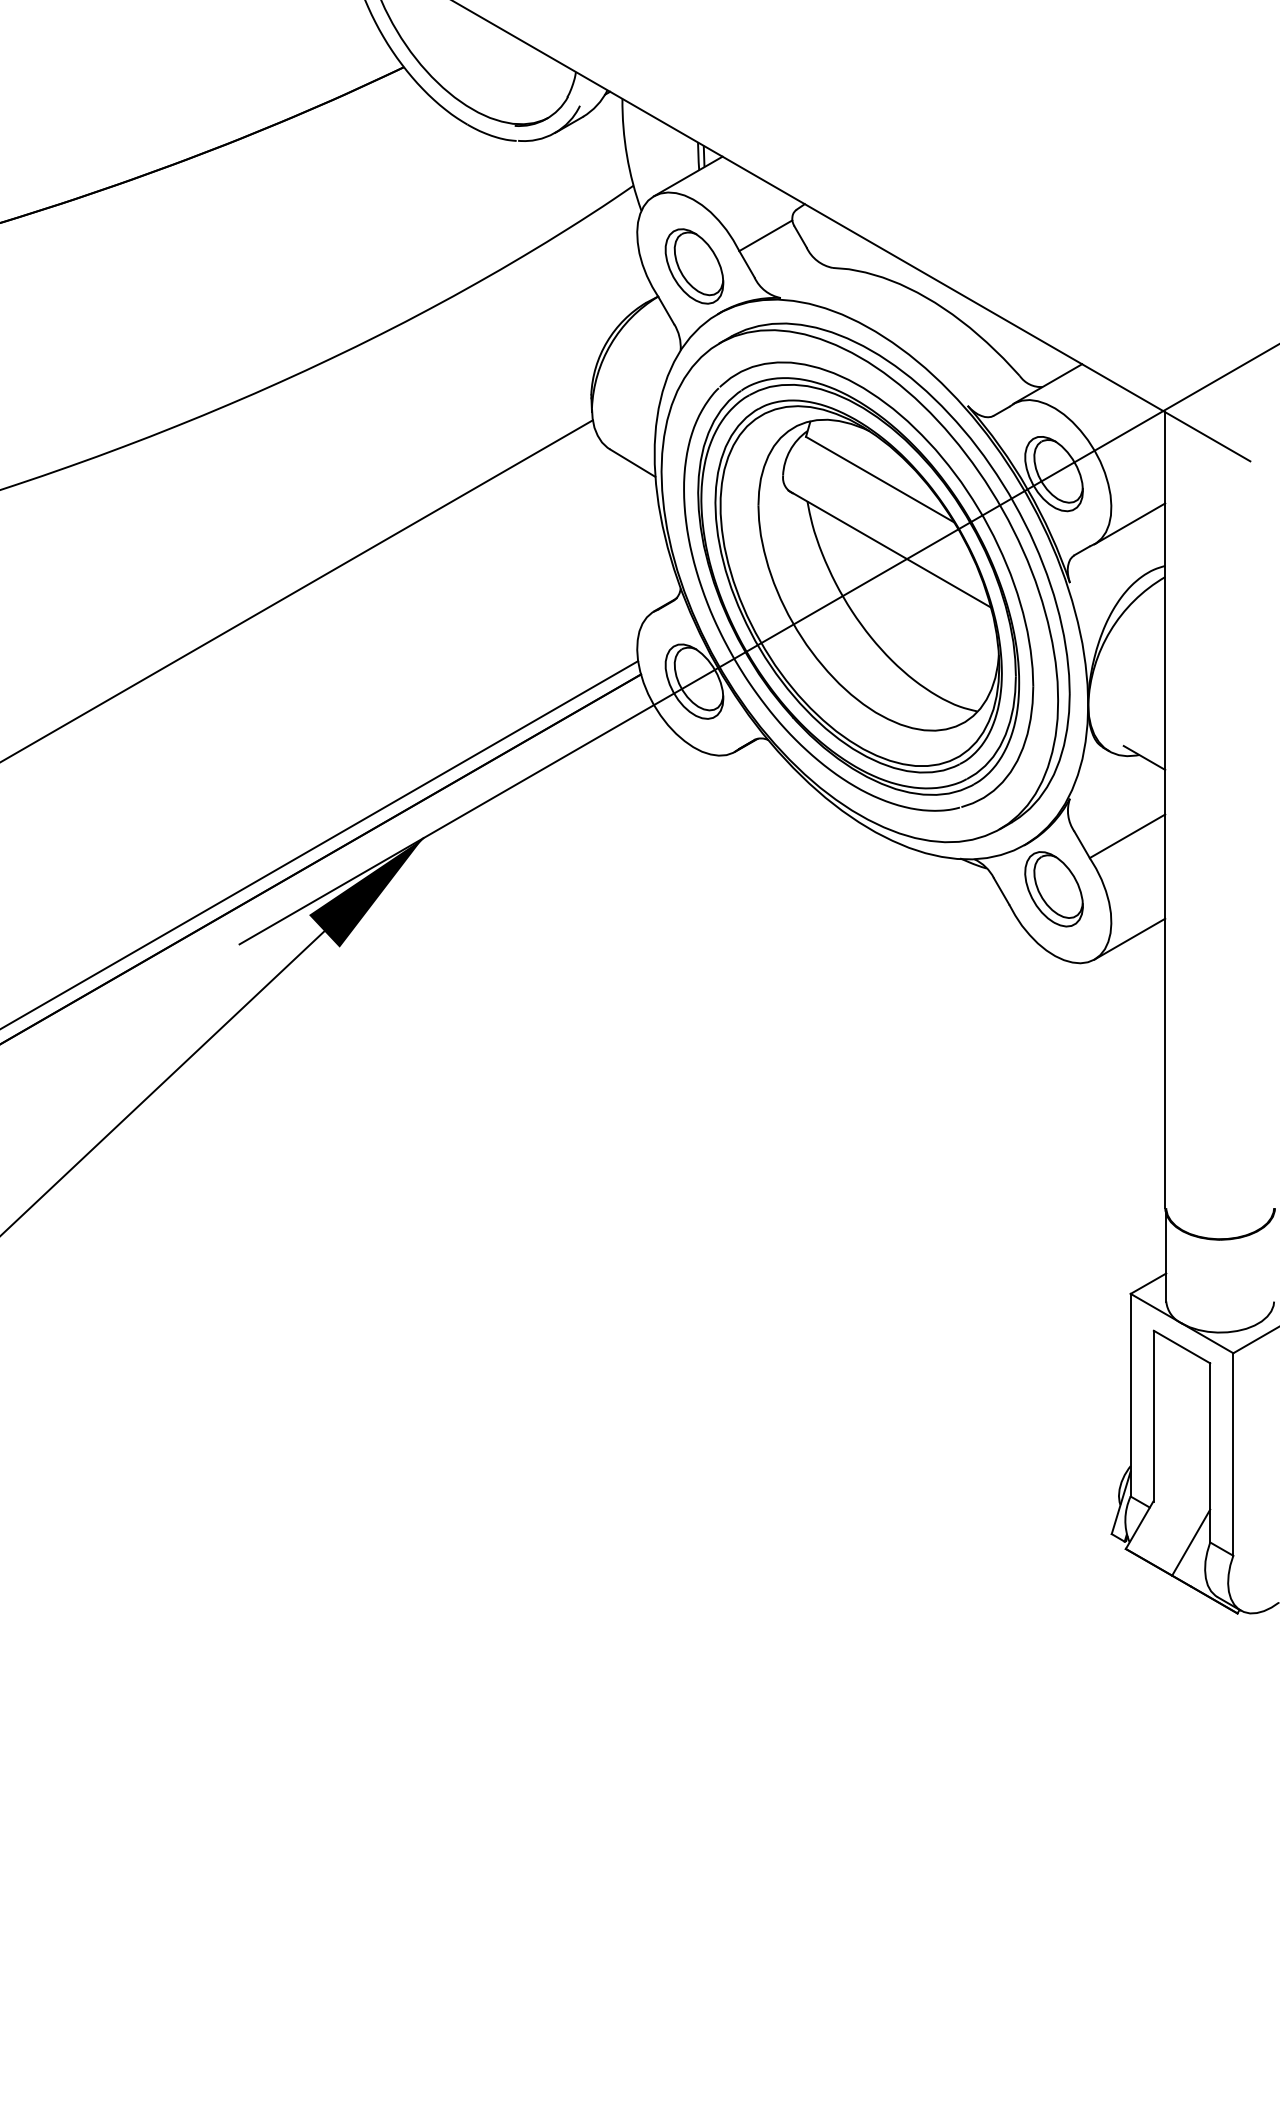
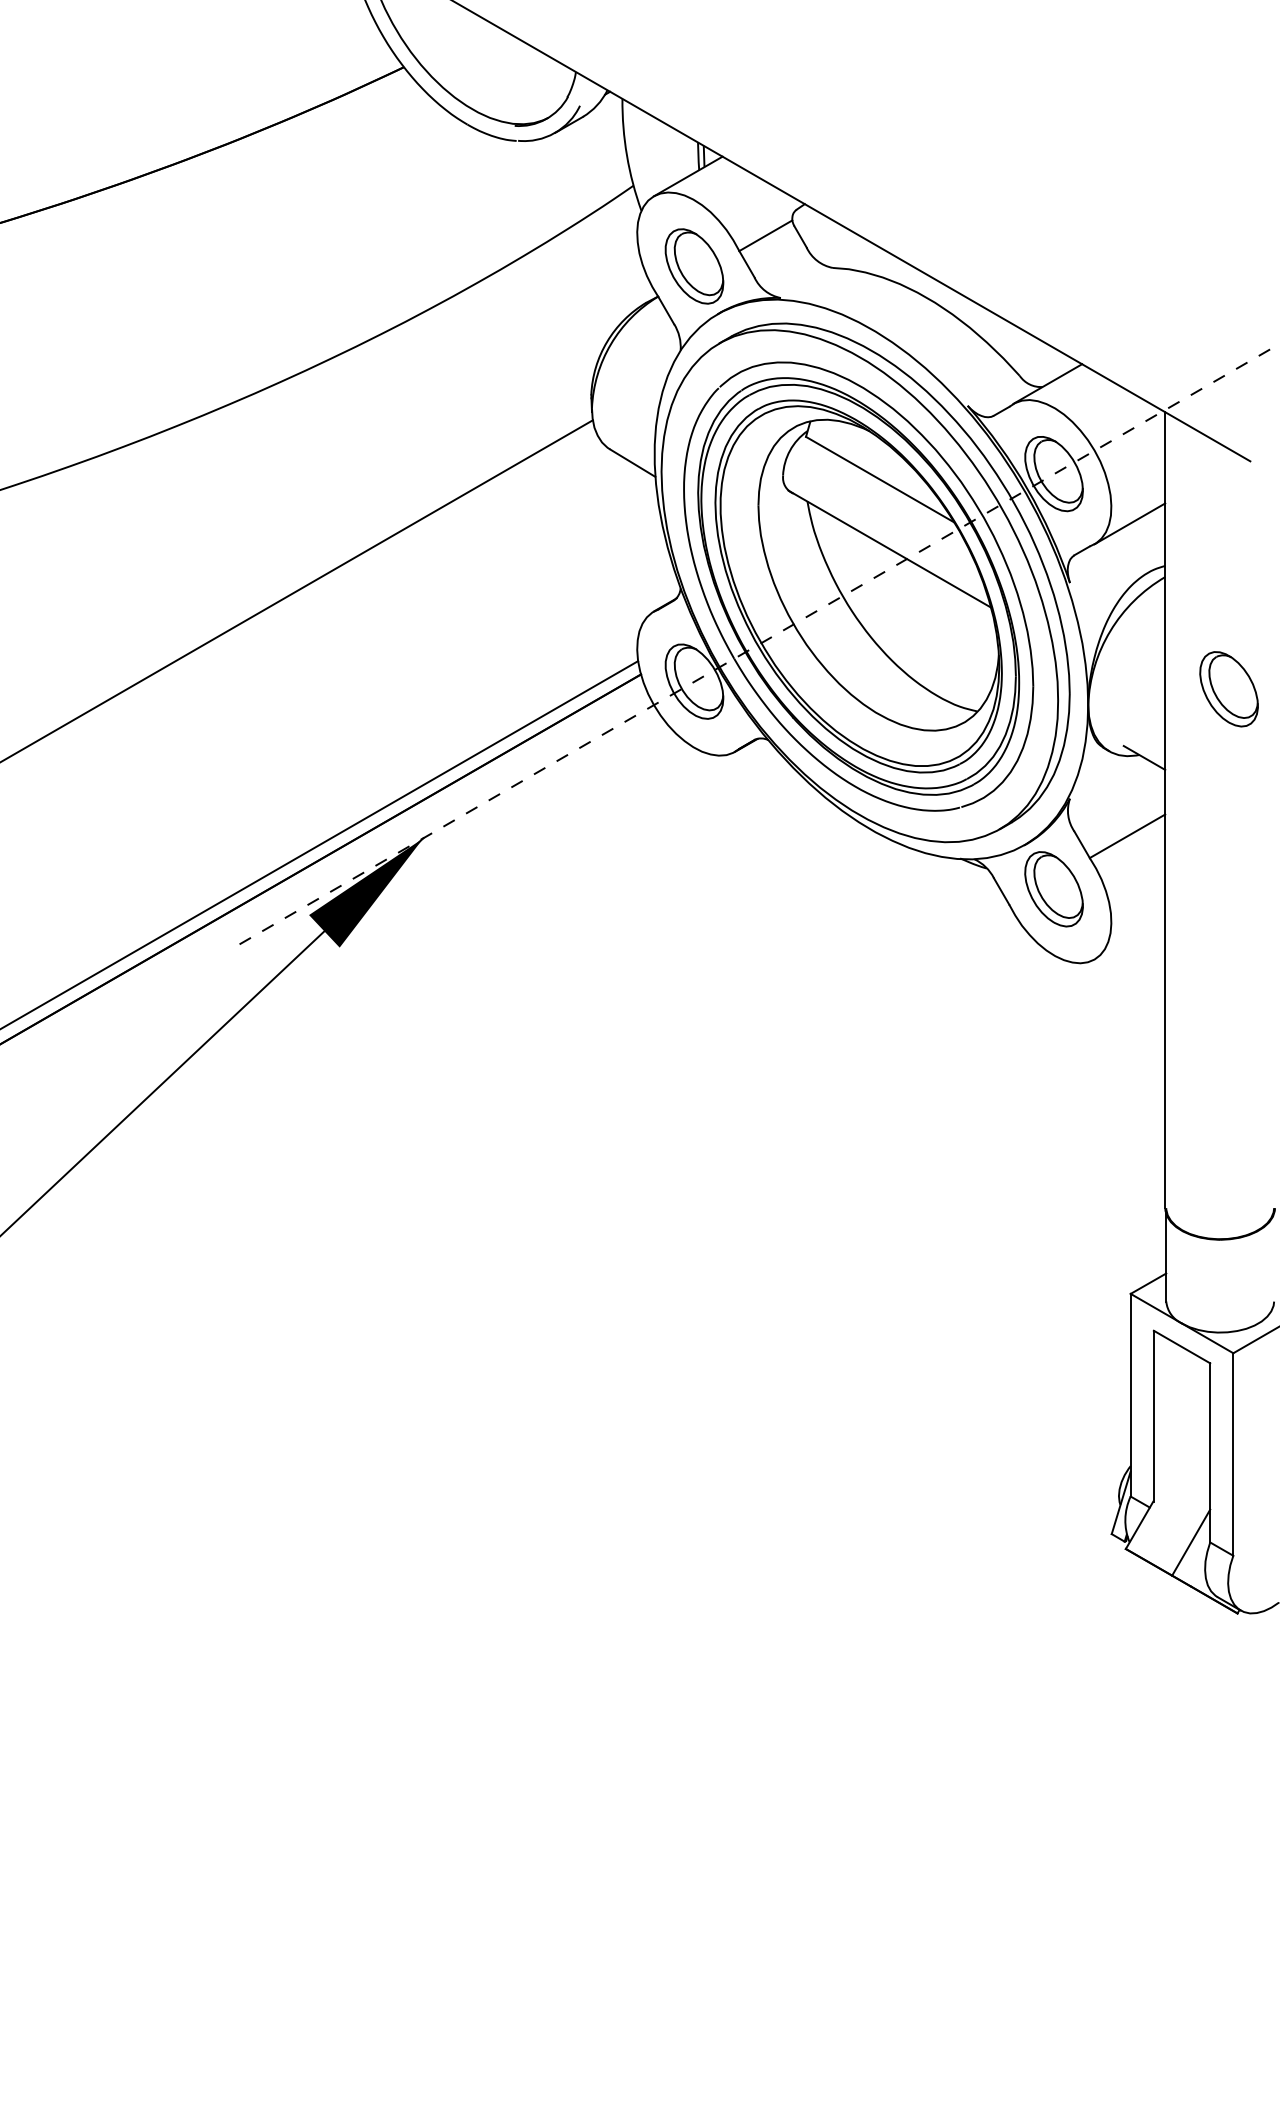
line at (759, 643): solid -> dashed
part at (1228, 689): none -> present
line at (1129, 938): present -> none
